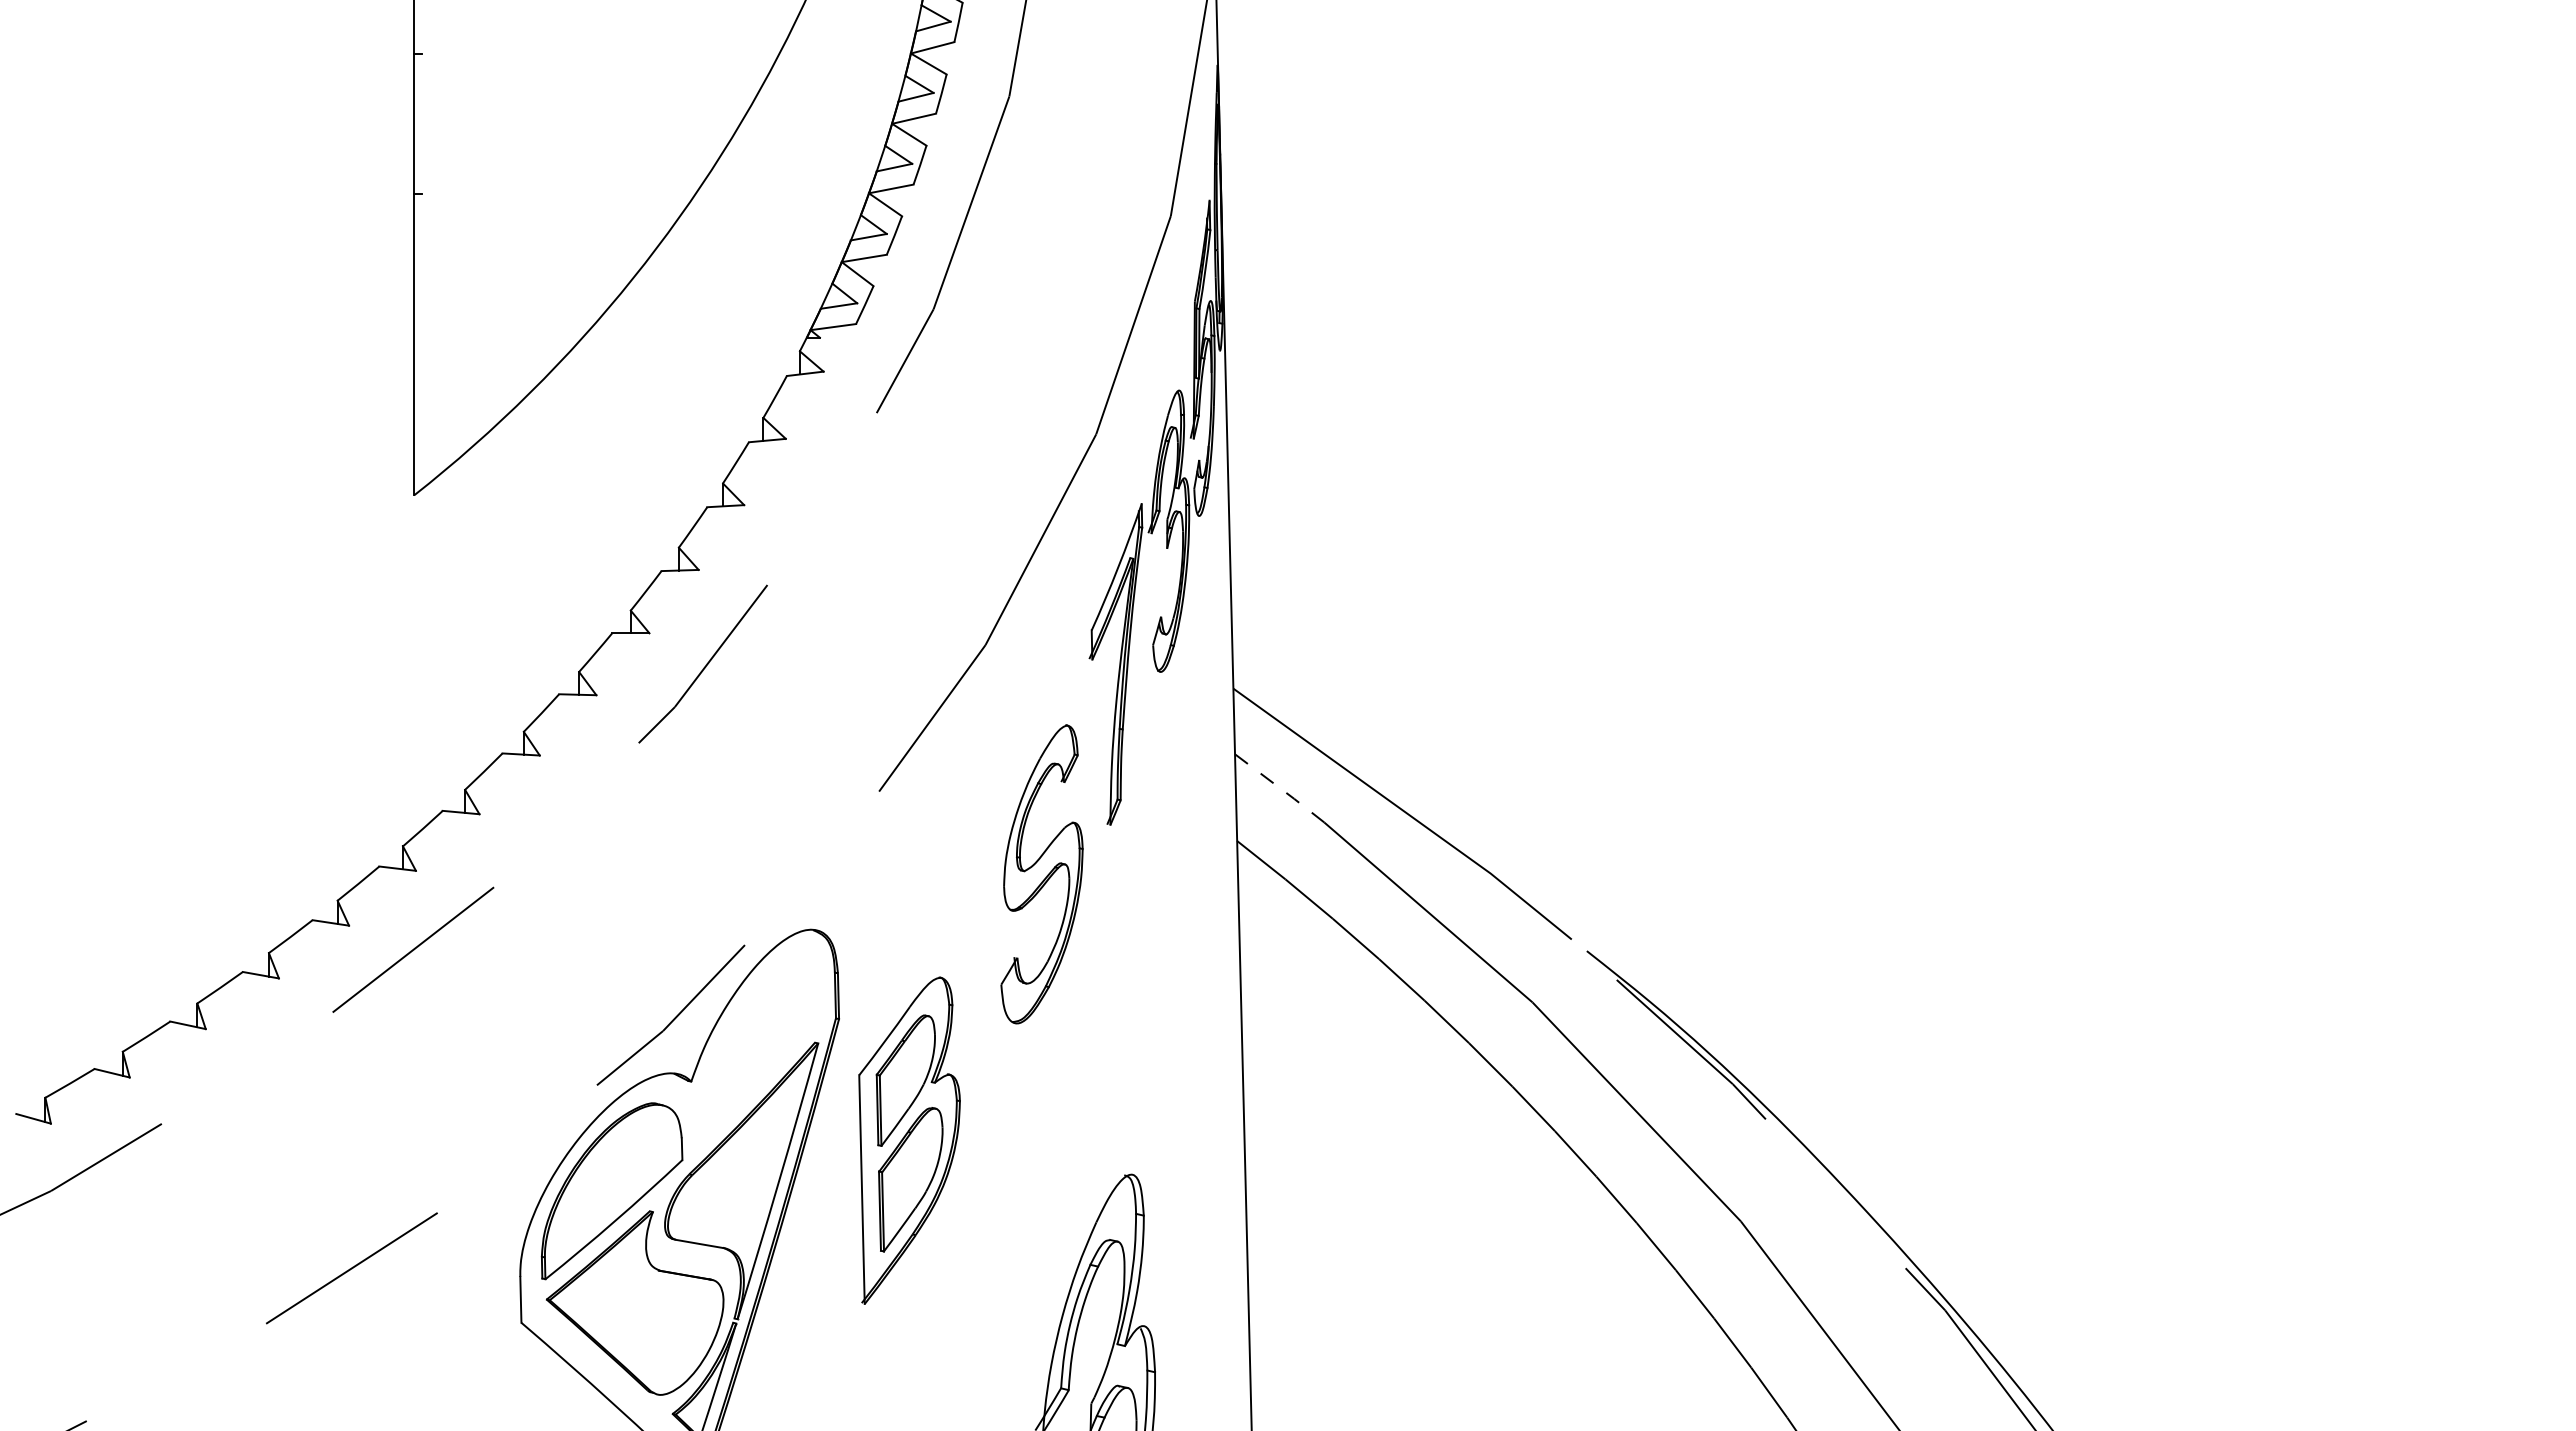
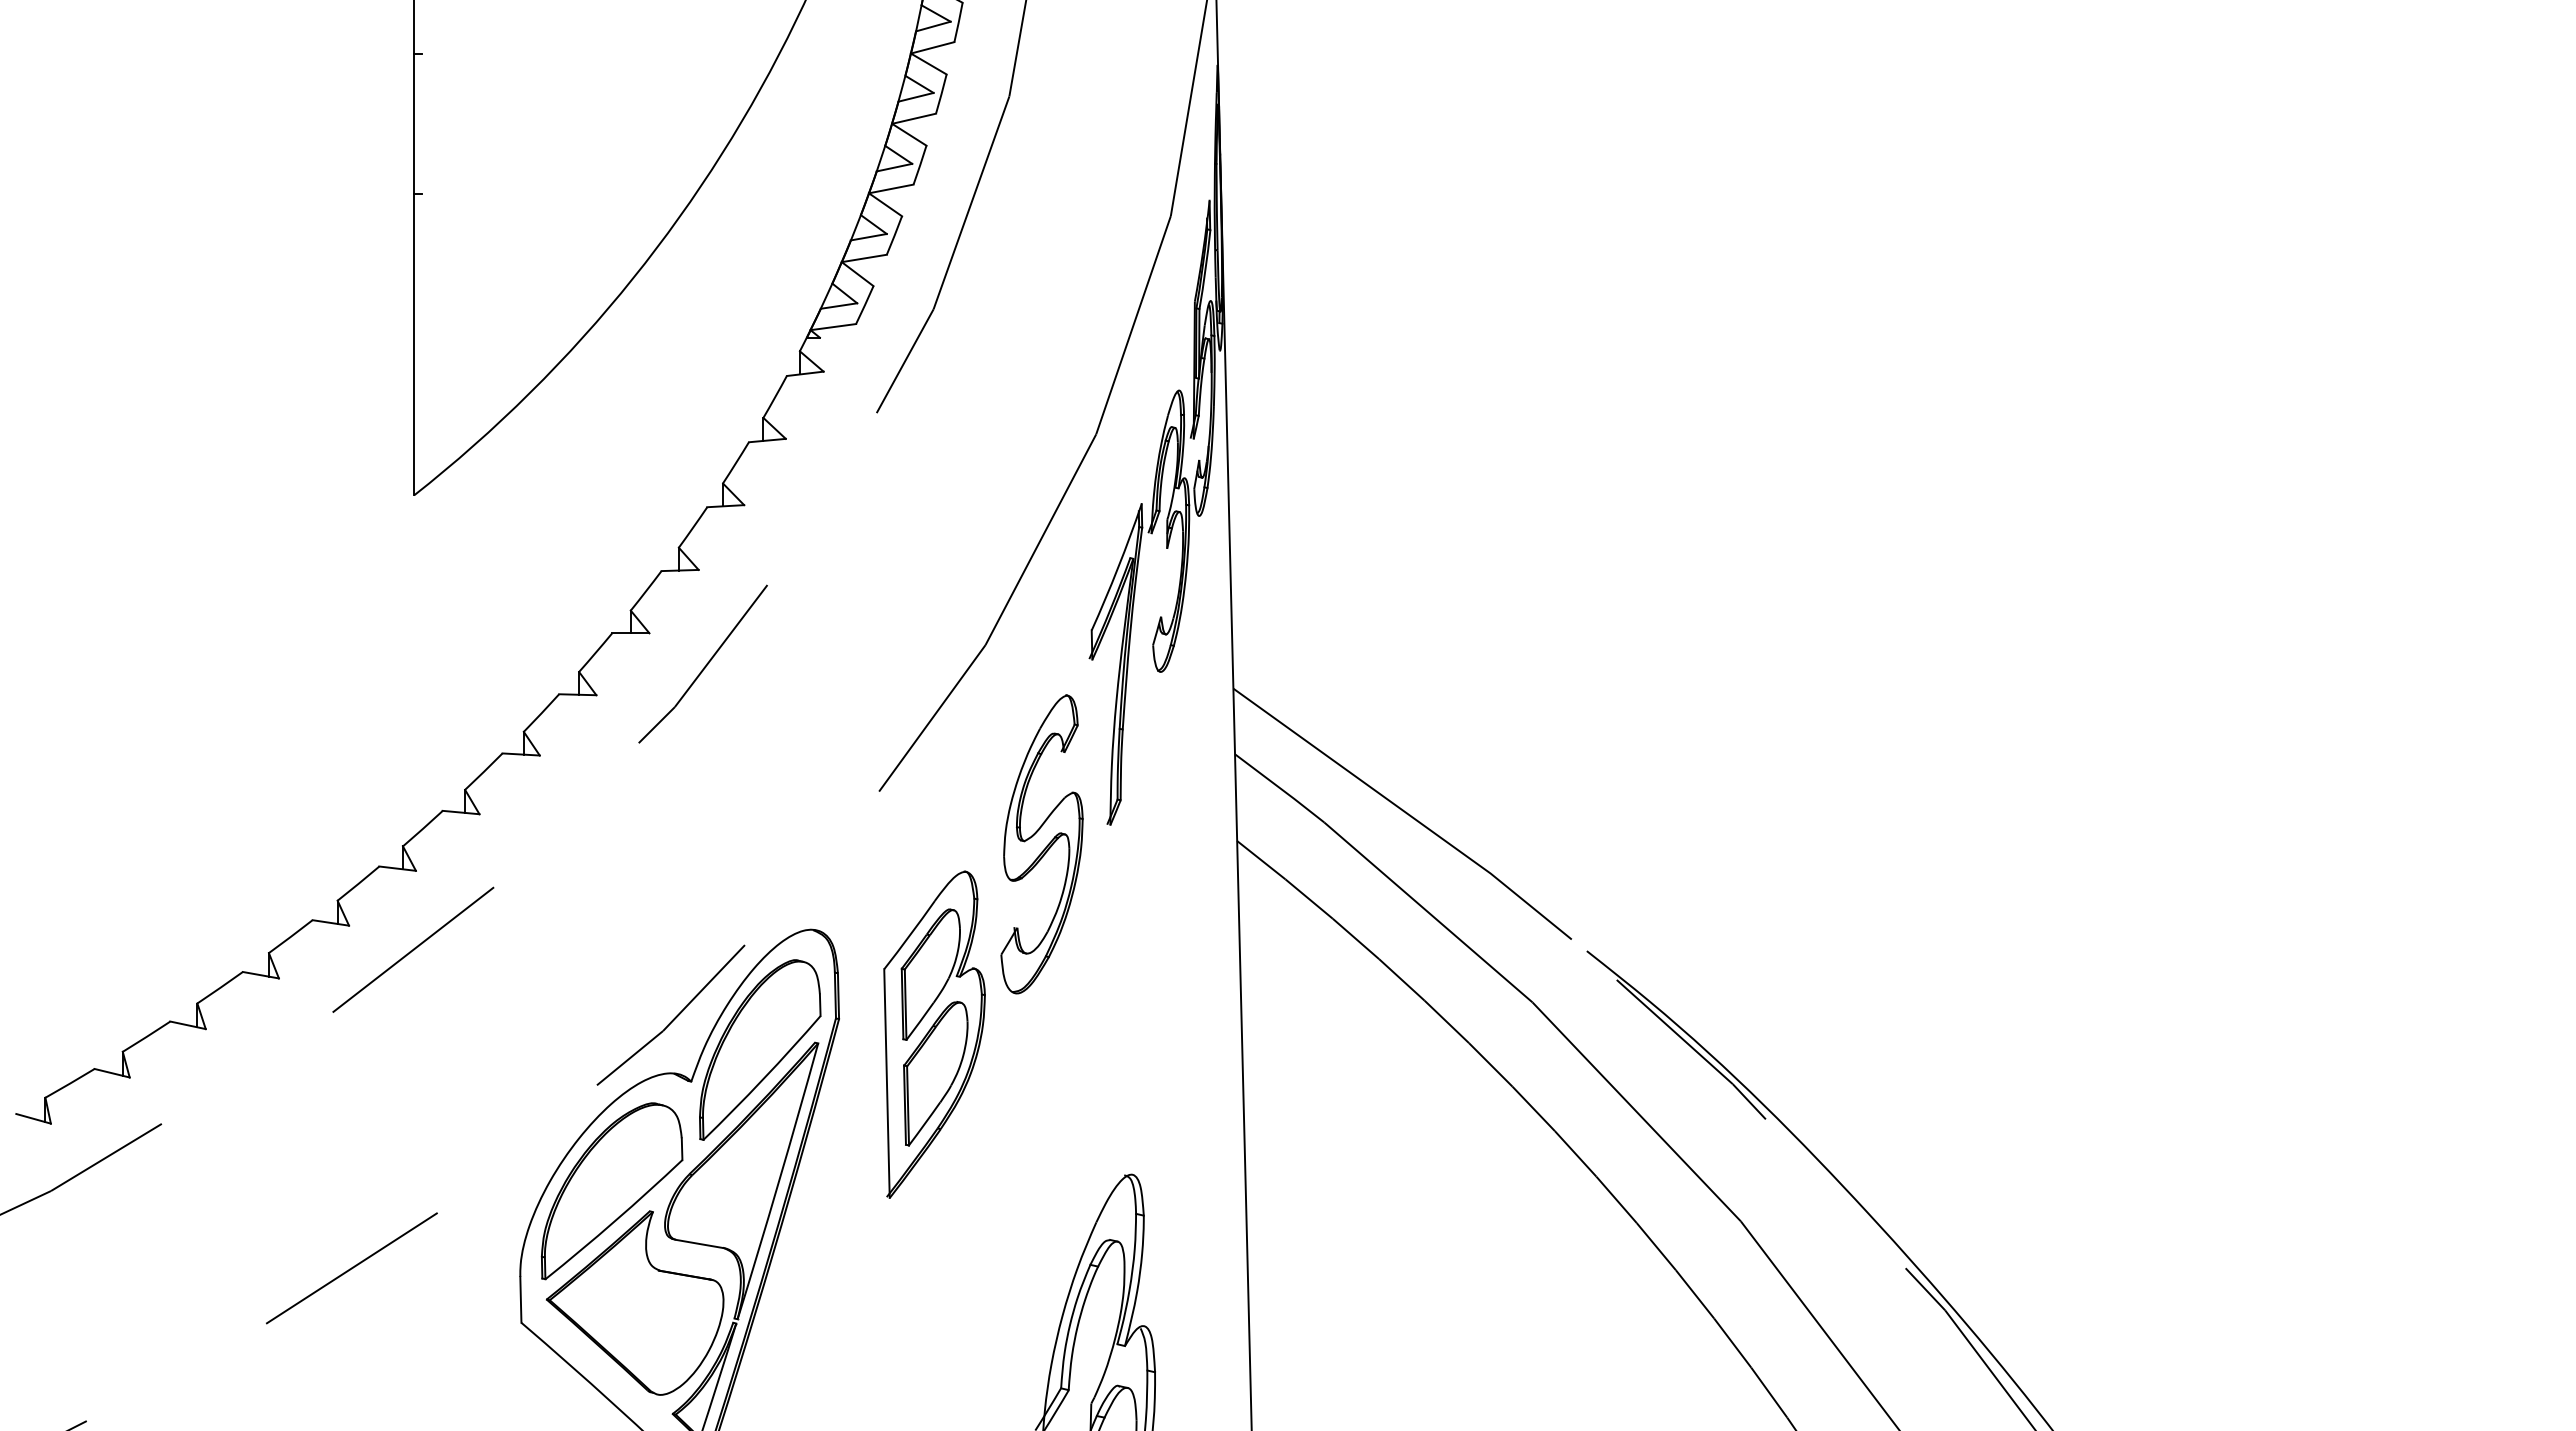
line at (1280, 788): dashed -> solid
part at (1041, 874) position: (1041, 874) -> (1041, 844)
part at (760, 1049): none -> present
part at (909, 1140) position: (909, 1140) -> (934, 1034)
